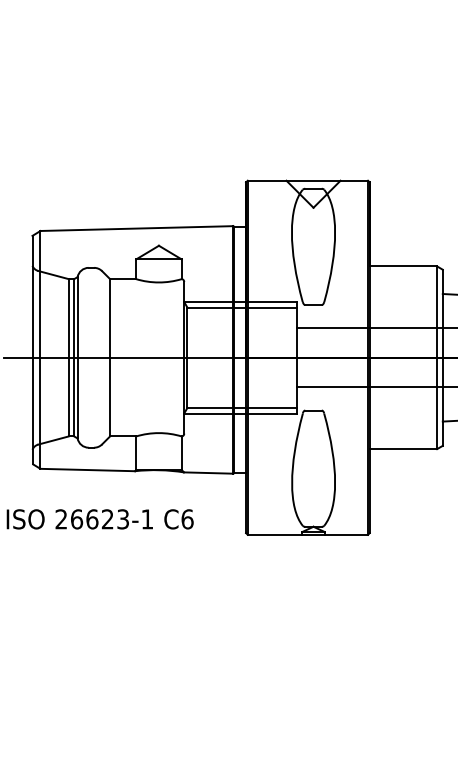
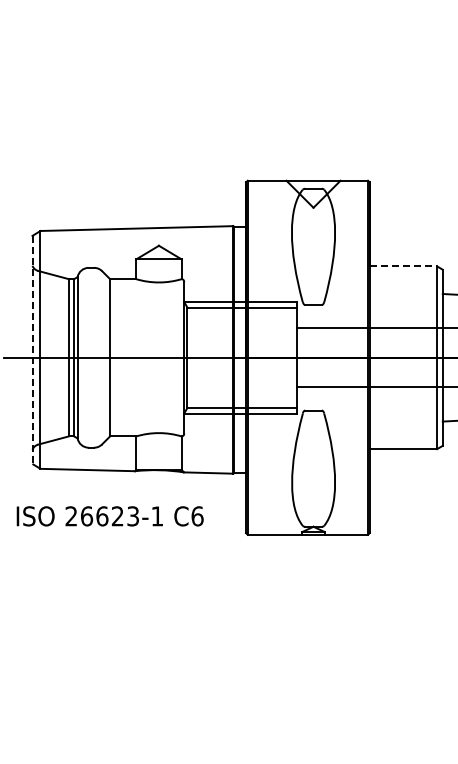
line at (403, 266): solid -> dashed
line at (32, 350): solid -> dashed
text at (99, 519) position: (99, 519) -> (109, 516)
